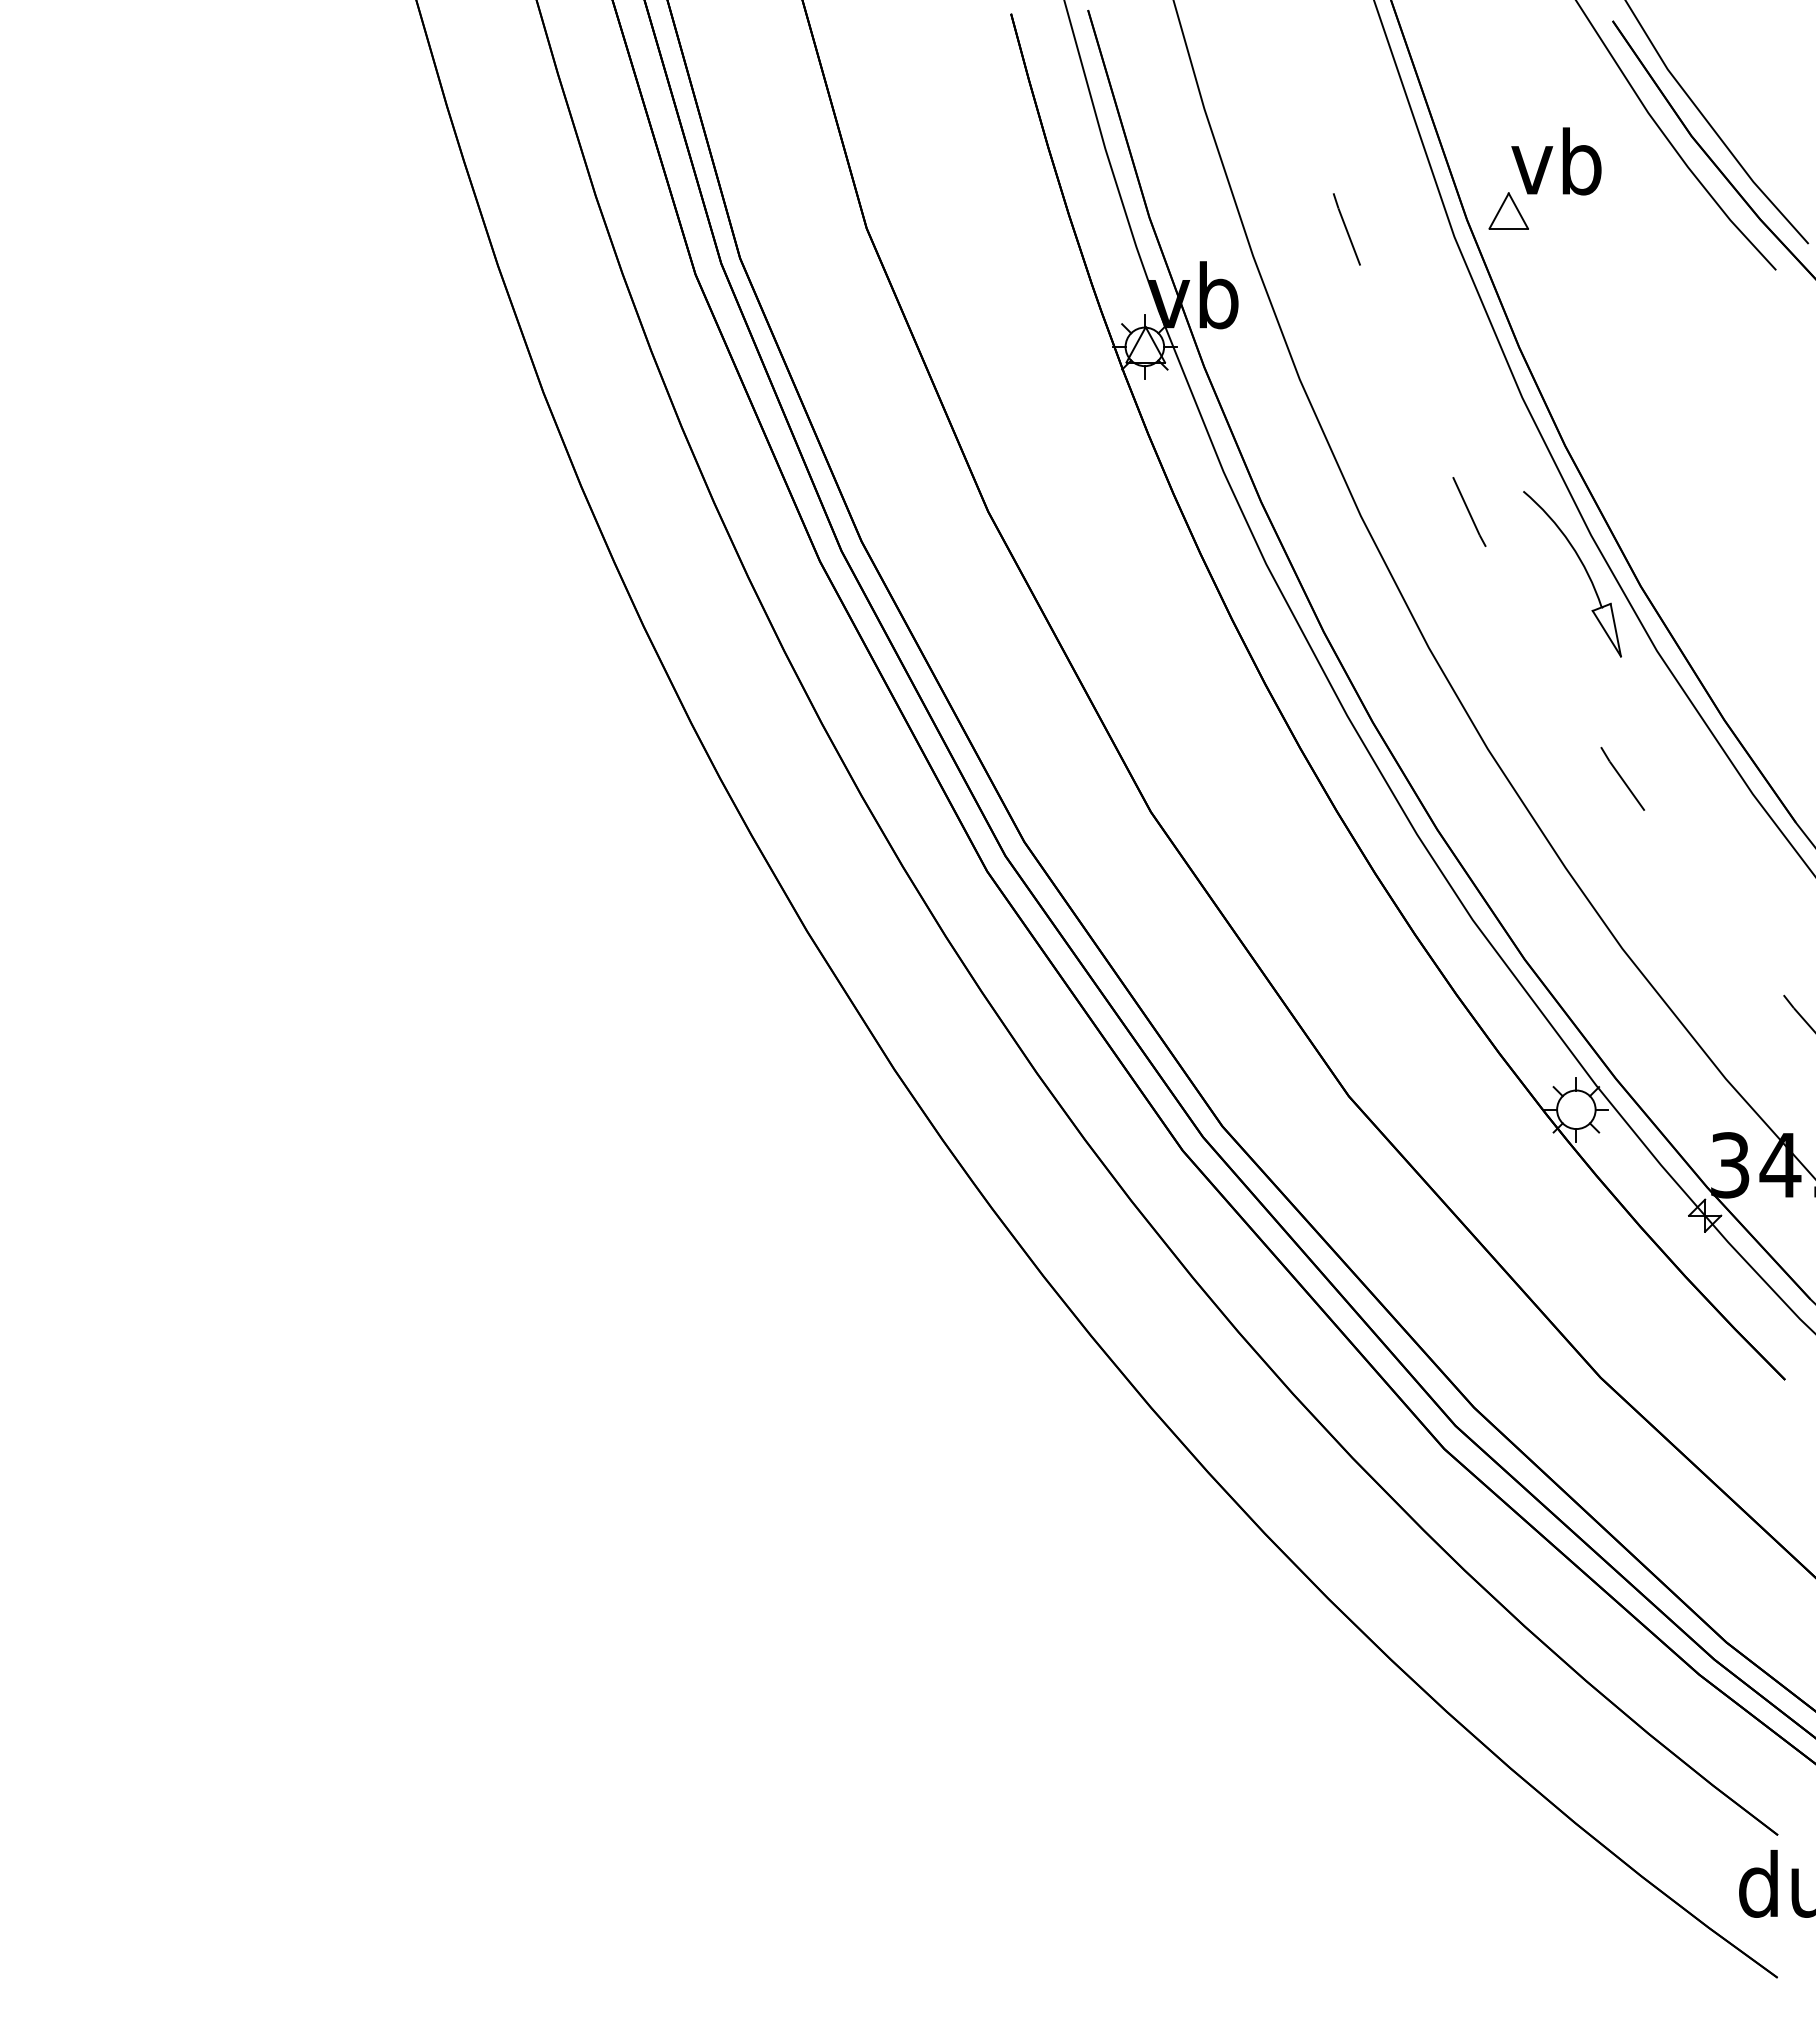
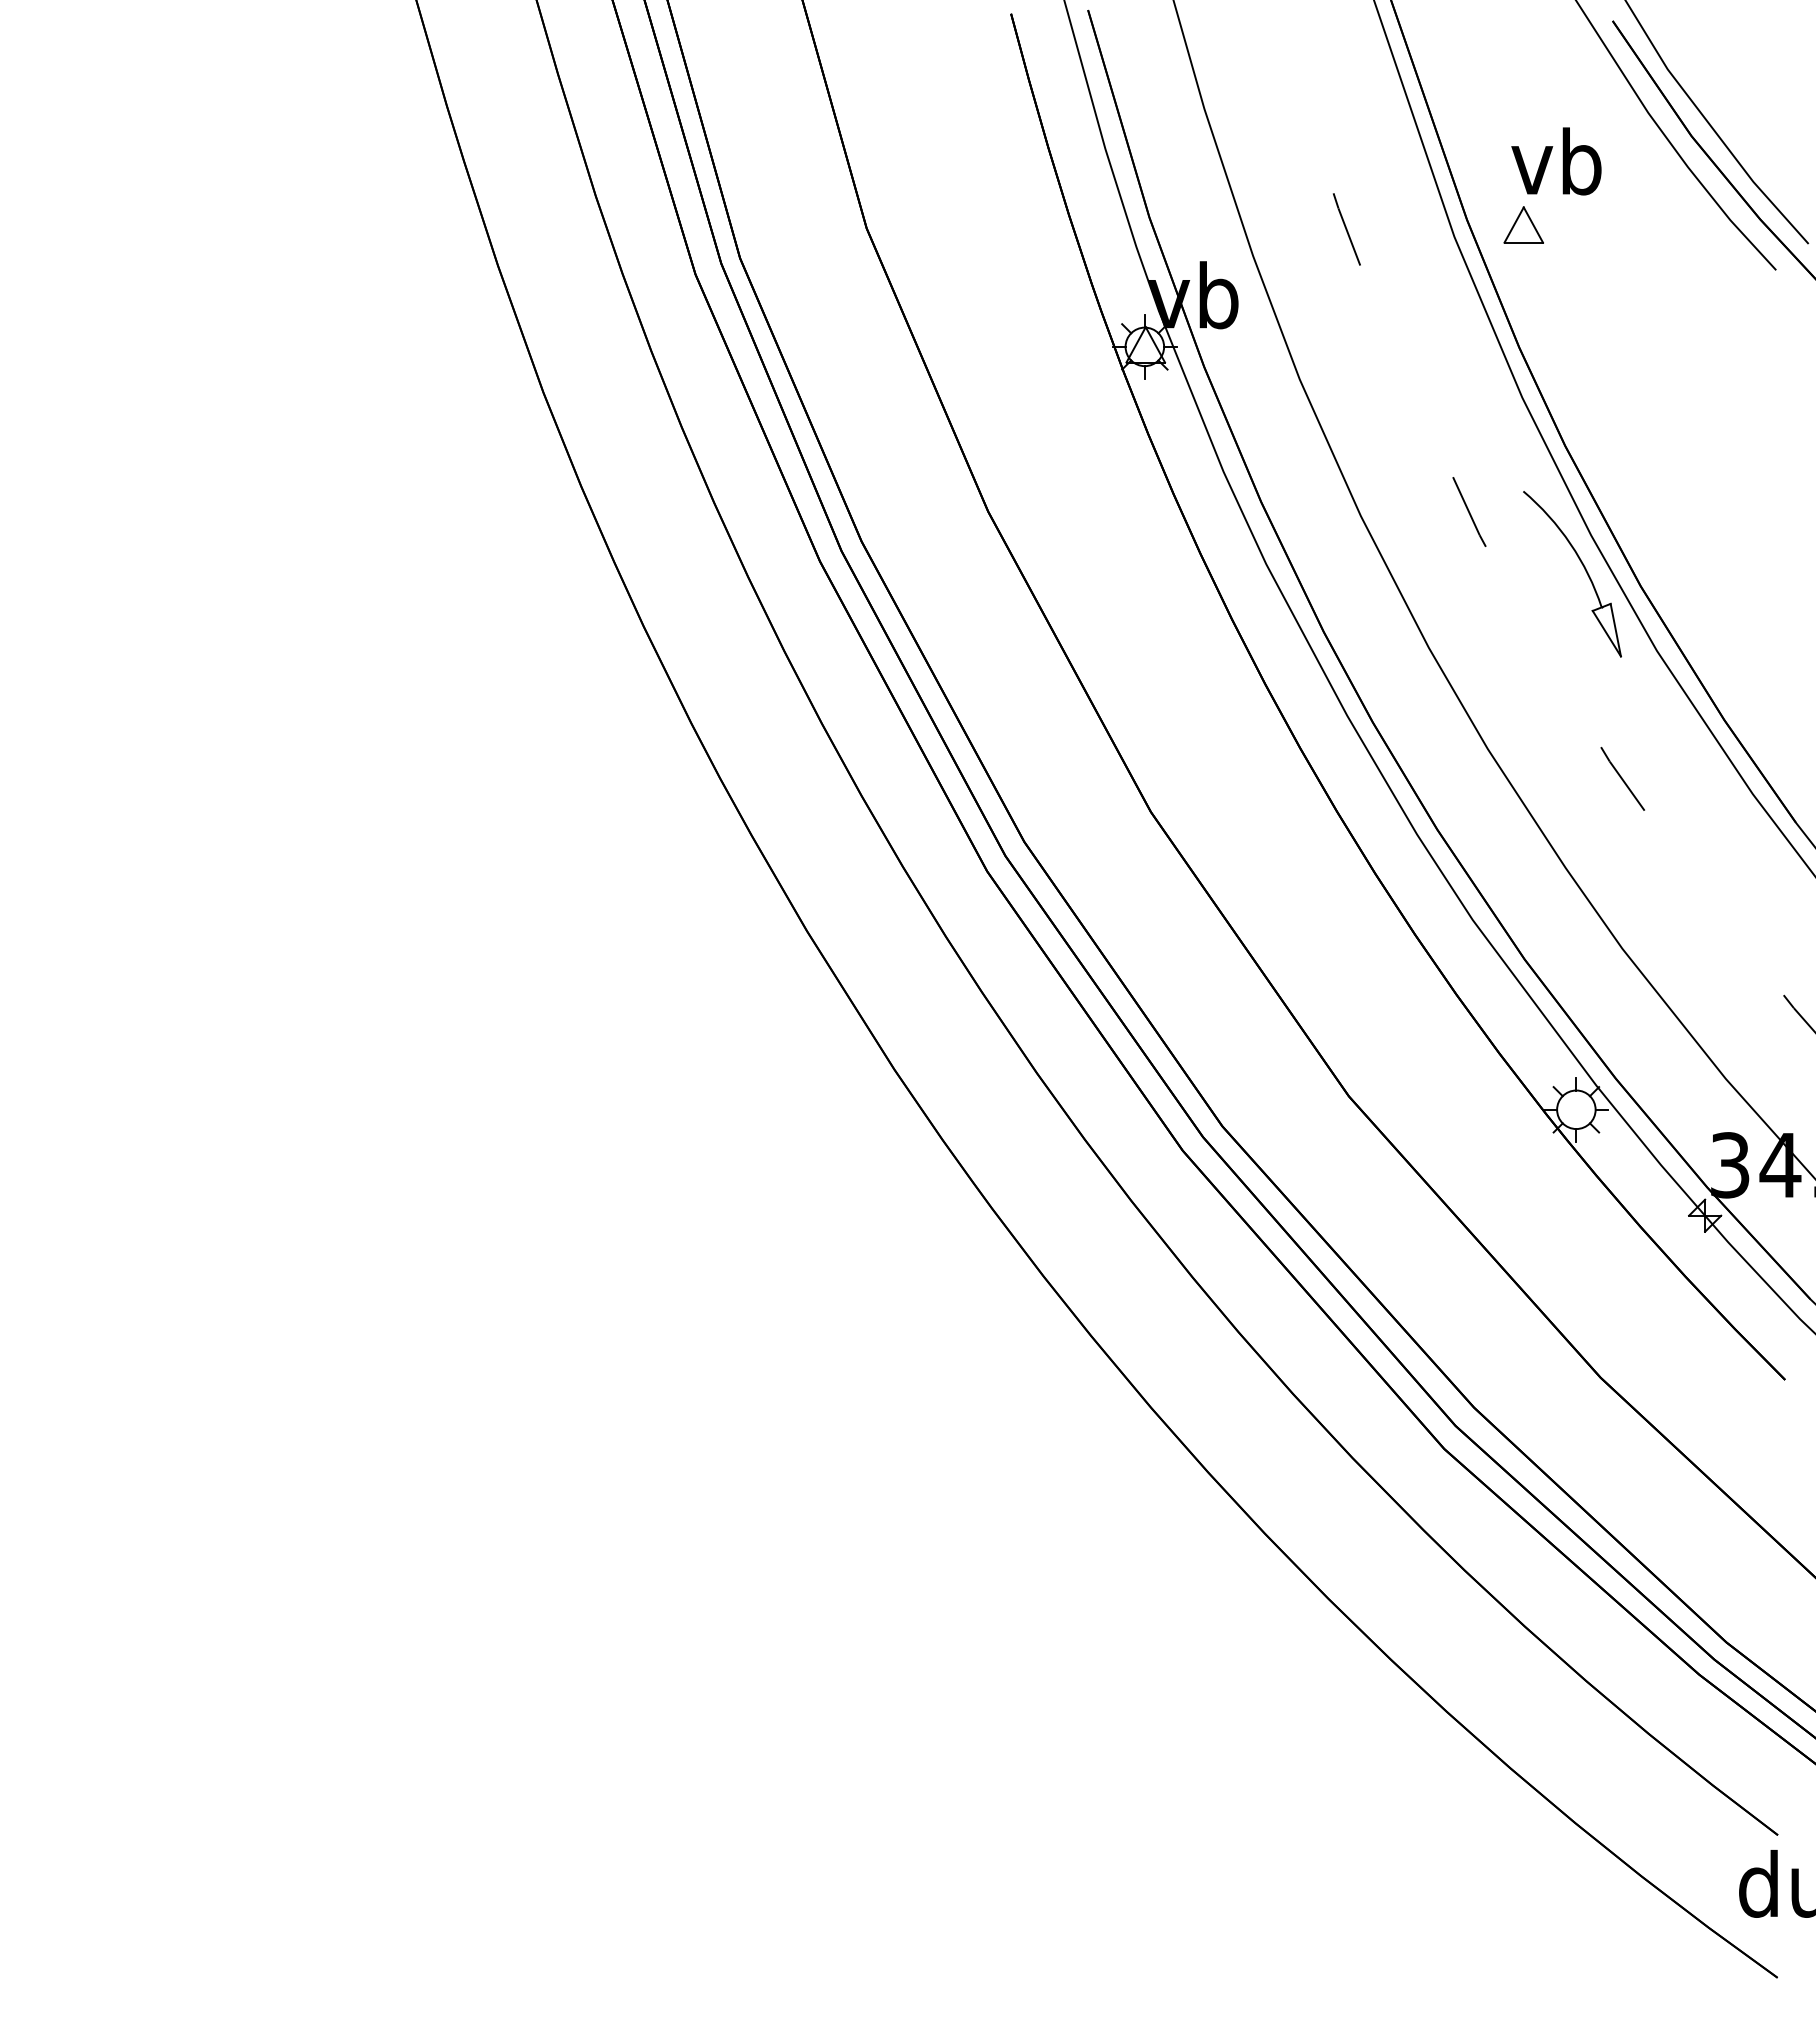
part at (1508, 210) position: (1508, 210) -> (1523, 224)
